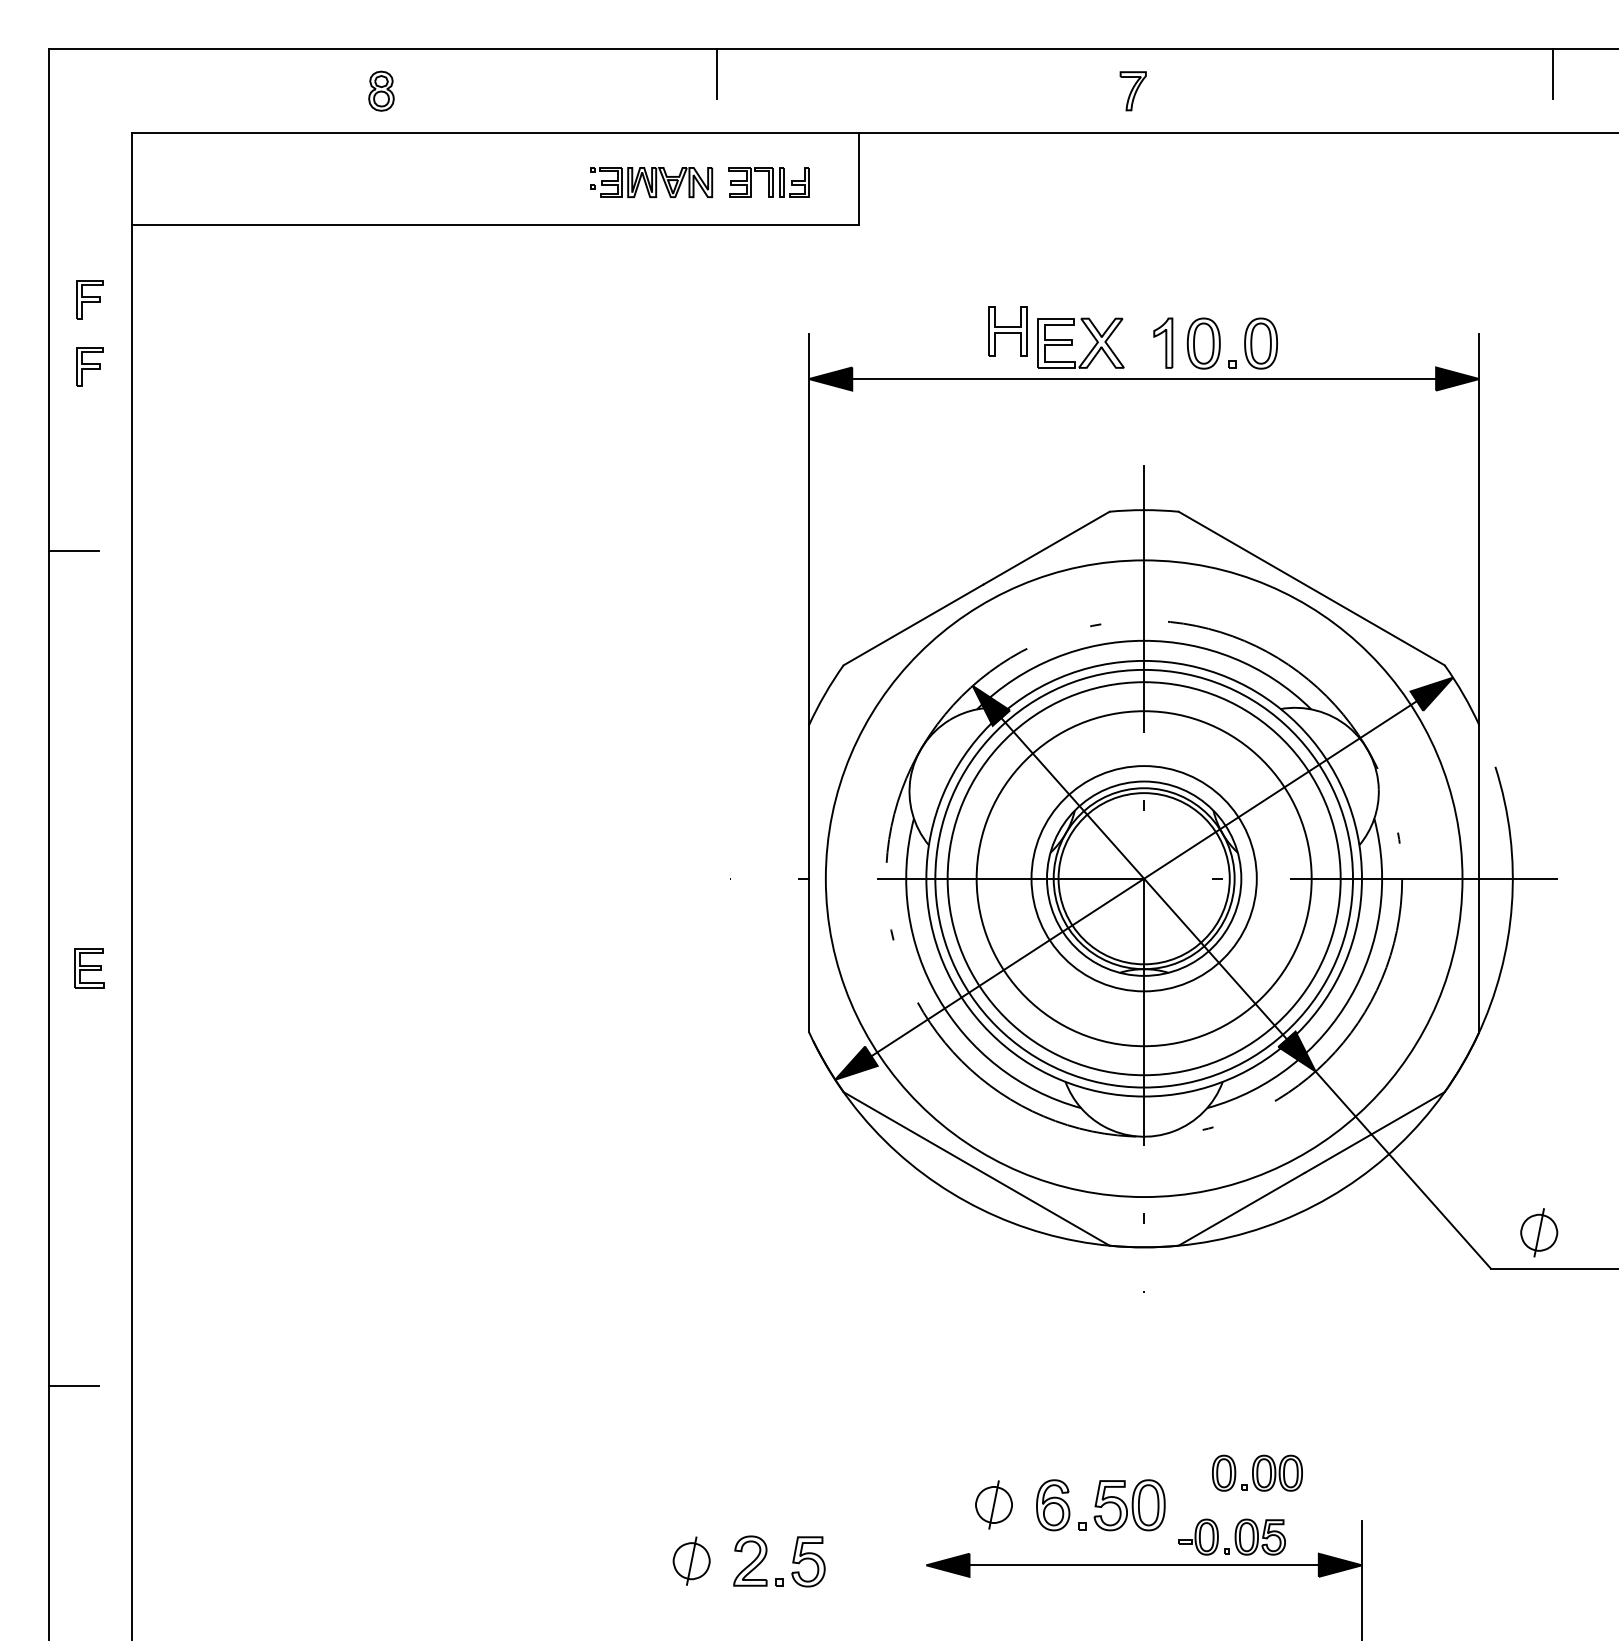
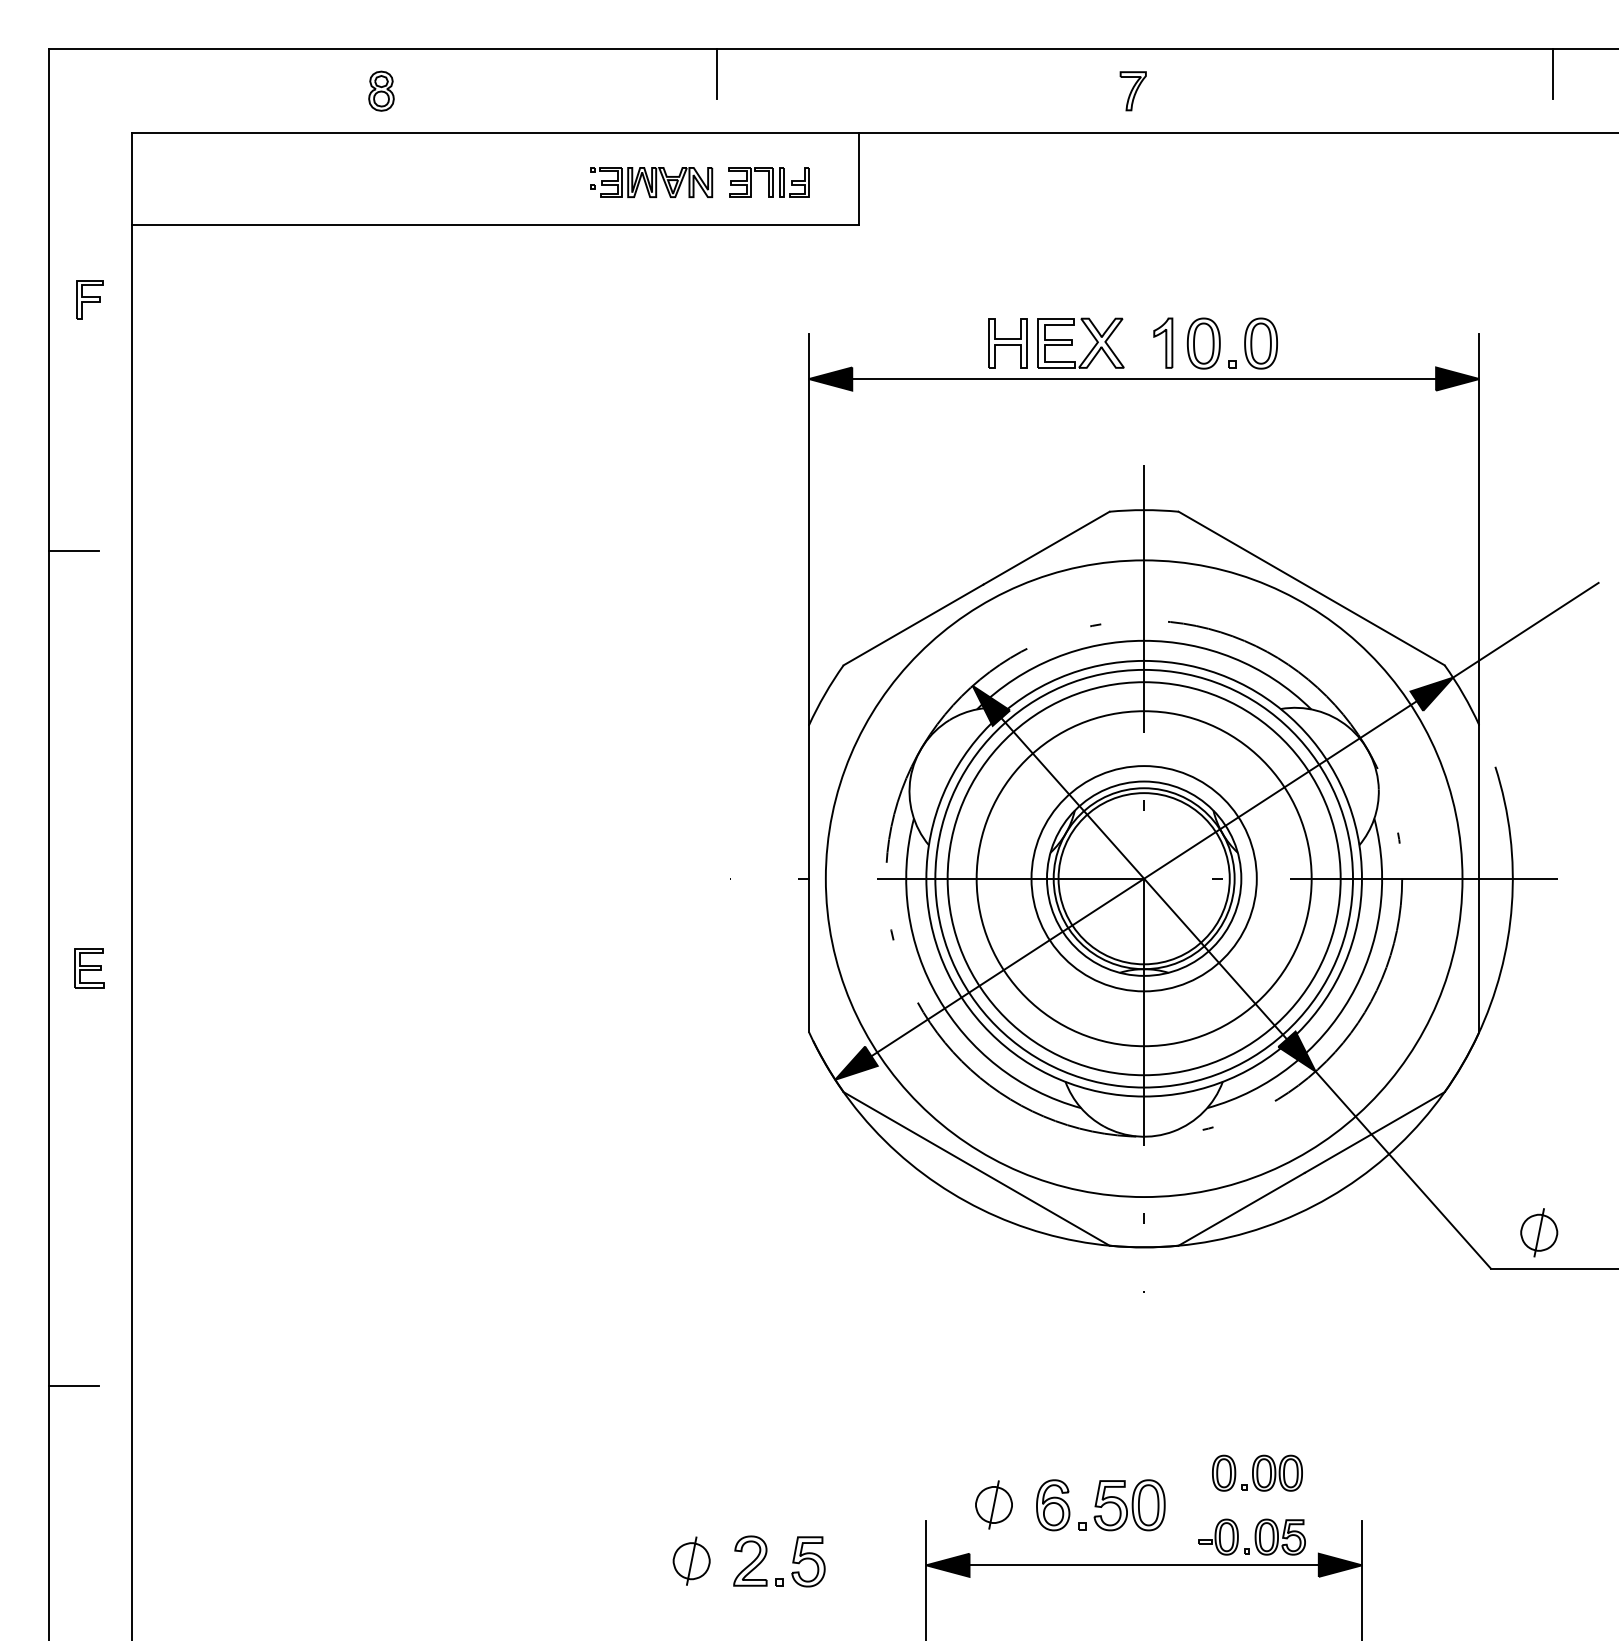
part at (1007, 331) position: (1007, 331) -> (1007, 343)
part at (89, 366): present -> none
line at (1525, 629): none -> present
part at (1231, 1536) position: (1231, 1536) -> (1251, 1536)
line at (926, 1578): none -> present
